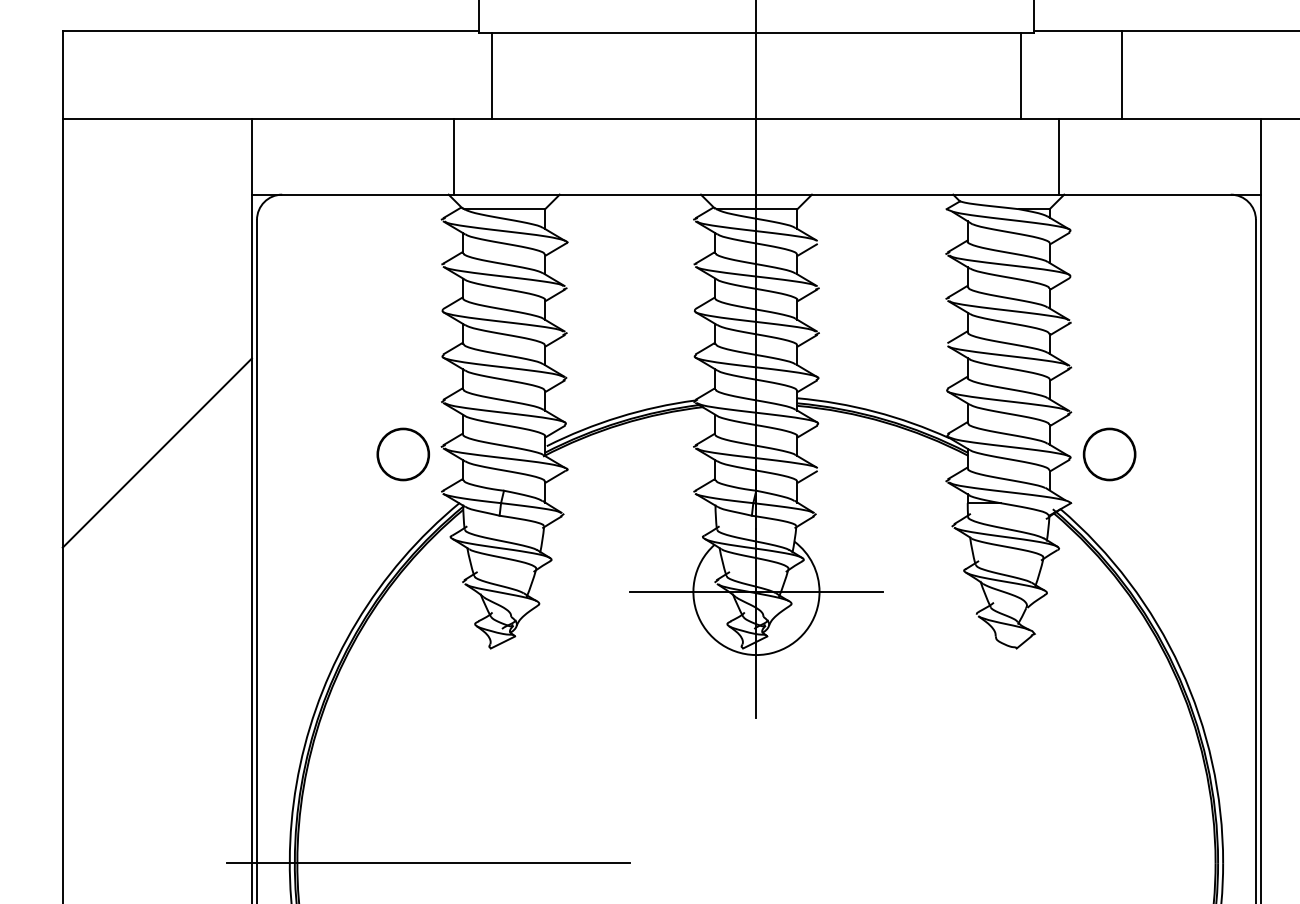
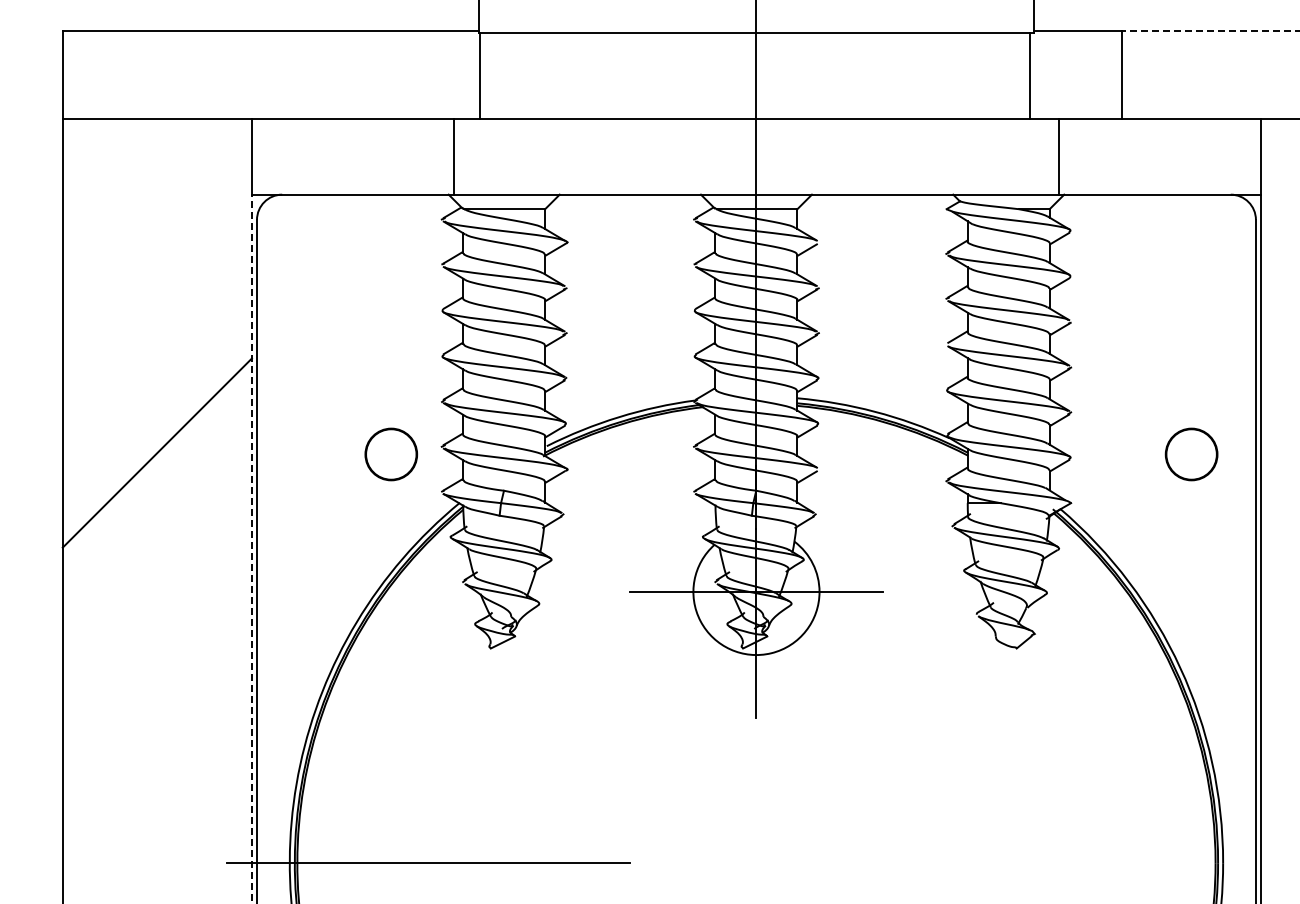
line at (1210, 30): solid -> dashed
line at (491, 76) position: (491, 76) -> (479, 76)
line at (1021, 76) position: (1021, 76) -> (1030, 76)
part at (403, 454) position: (403, 454) -> (391, 454)
part at (1109, 454) position: (1109, 454) -> (1191, 454)
line at (251, 548): solid -> dashed
